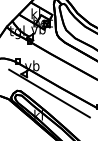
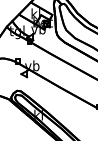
line at (49, 93): present -> none
